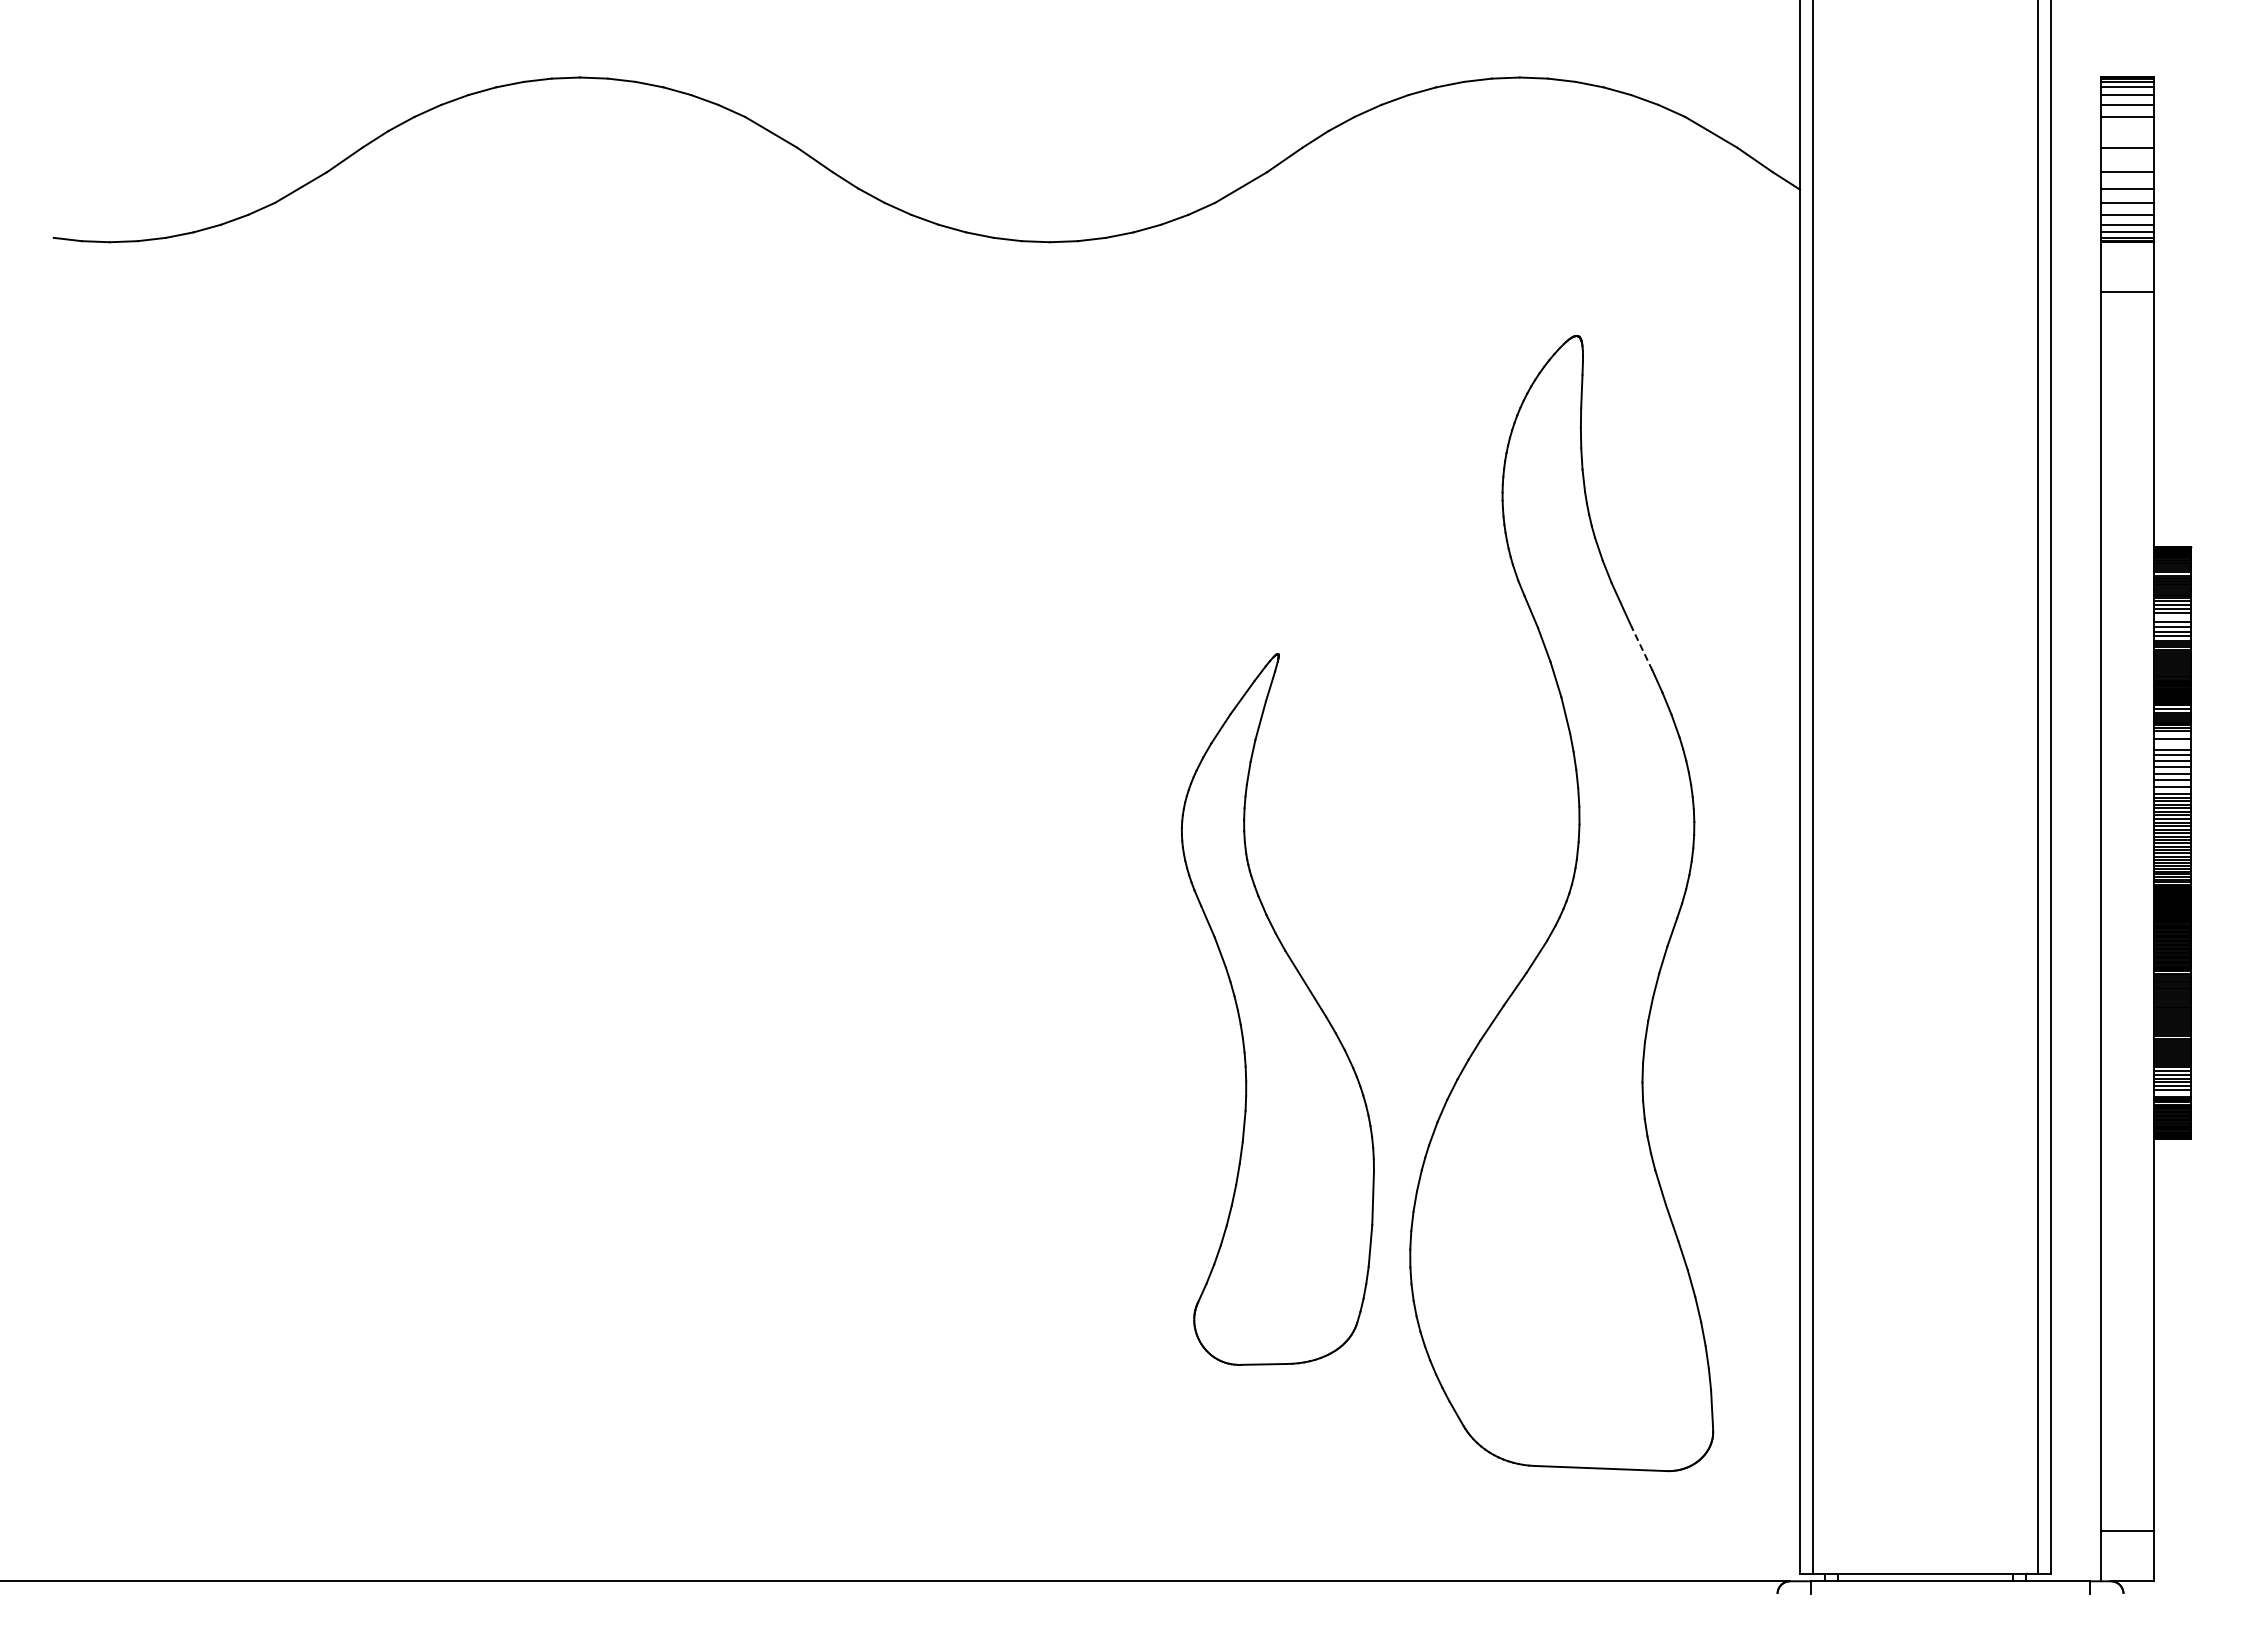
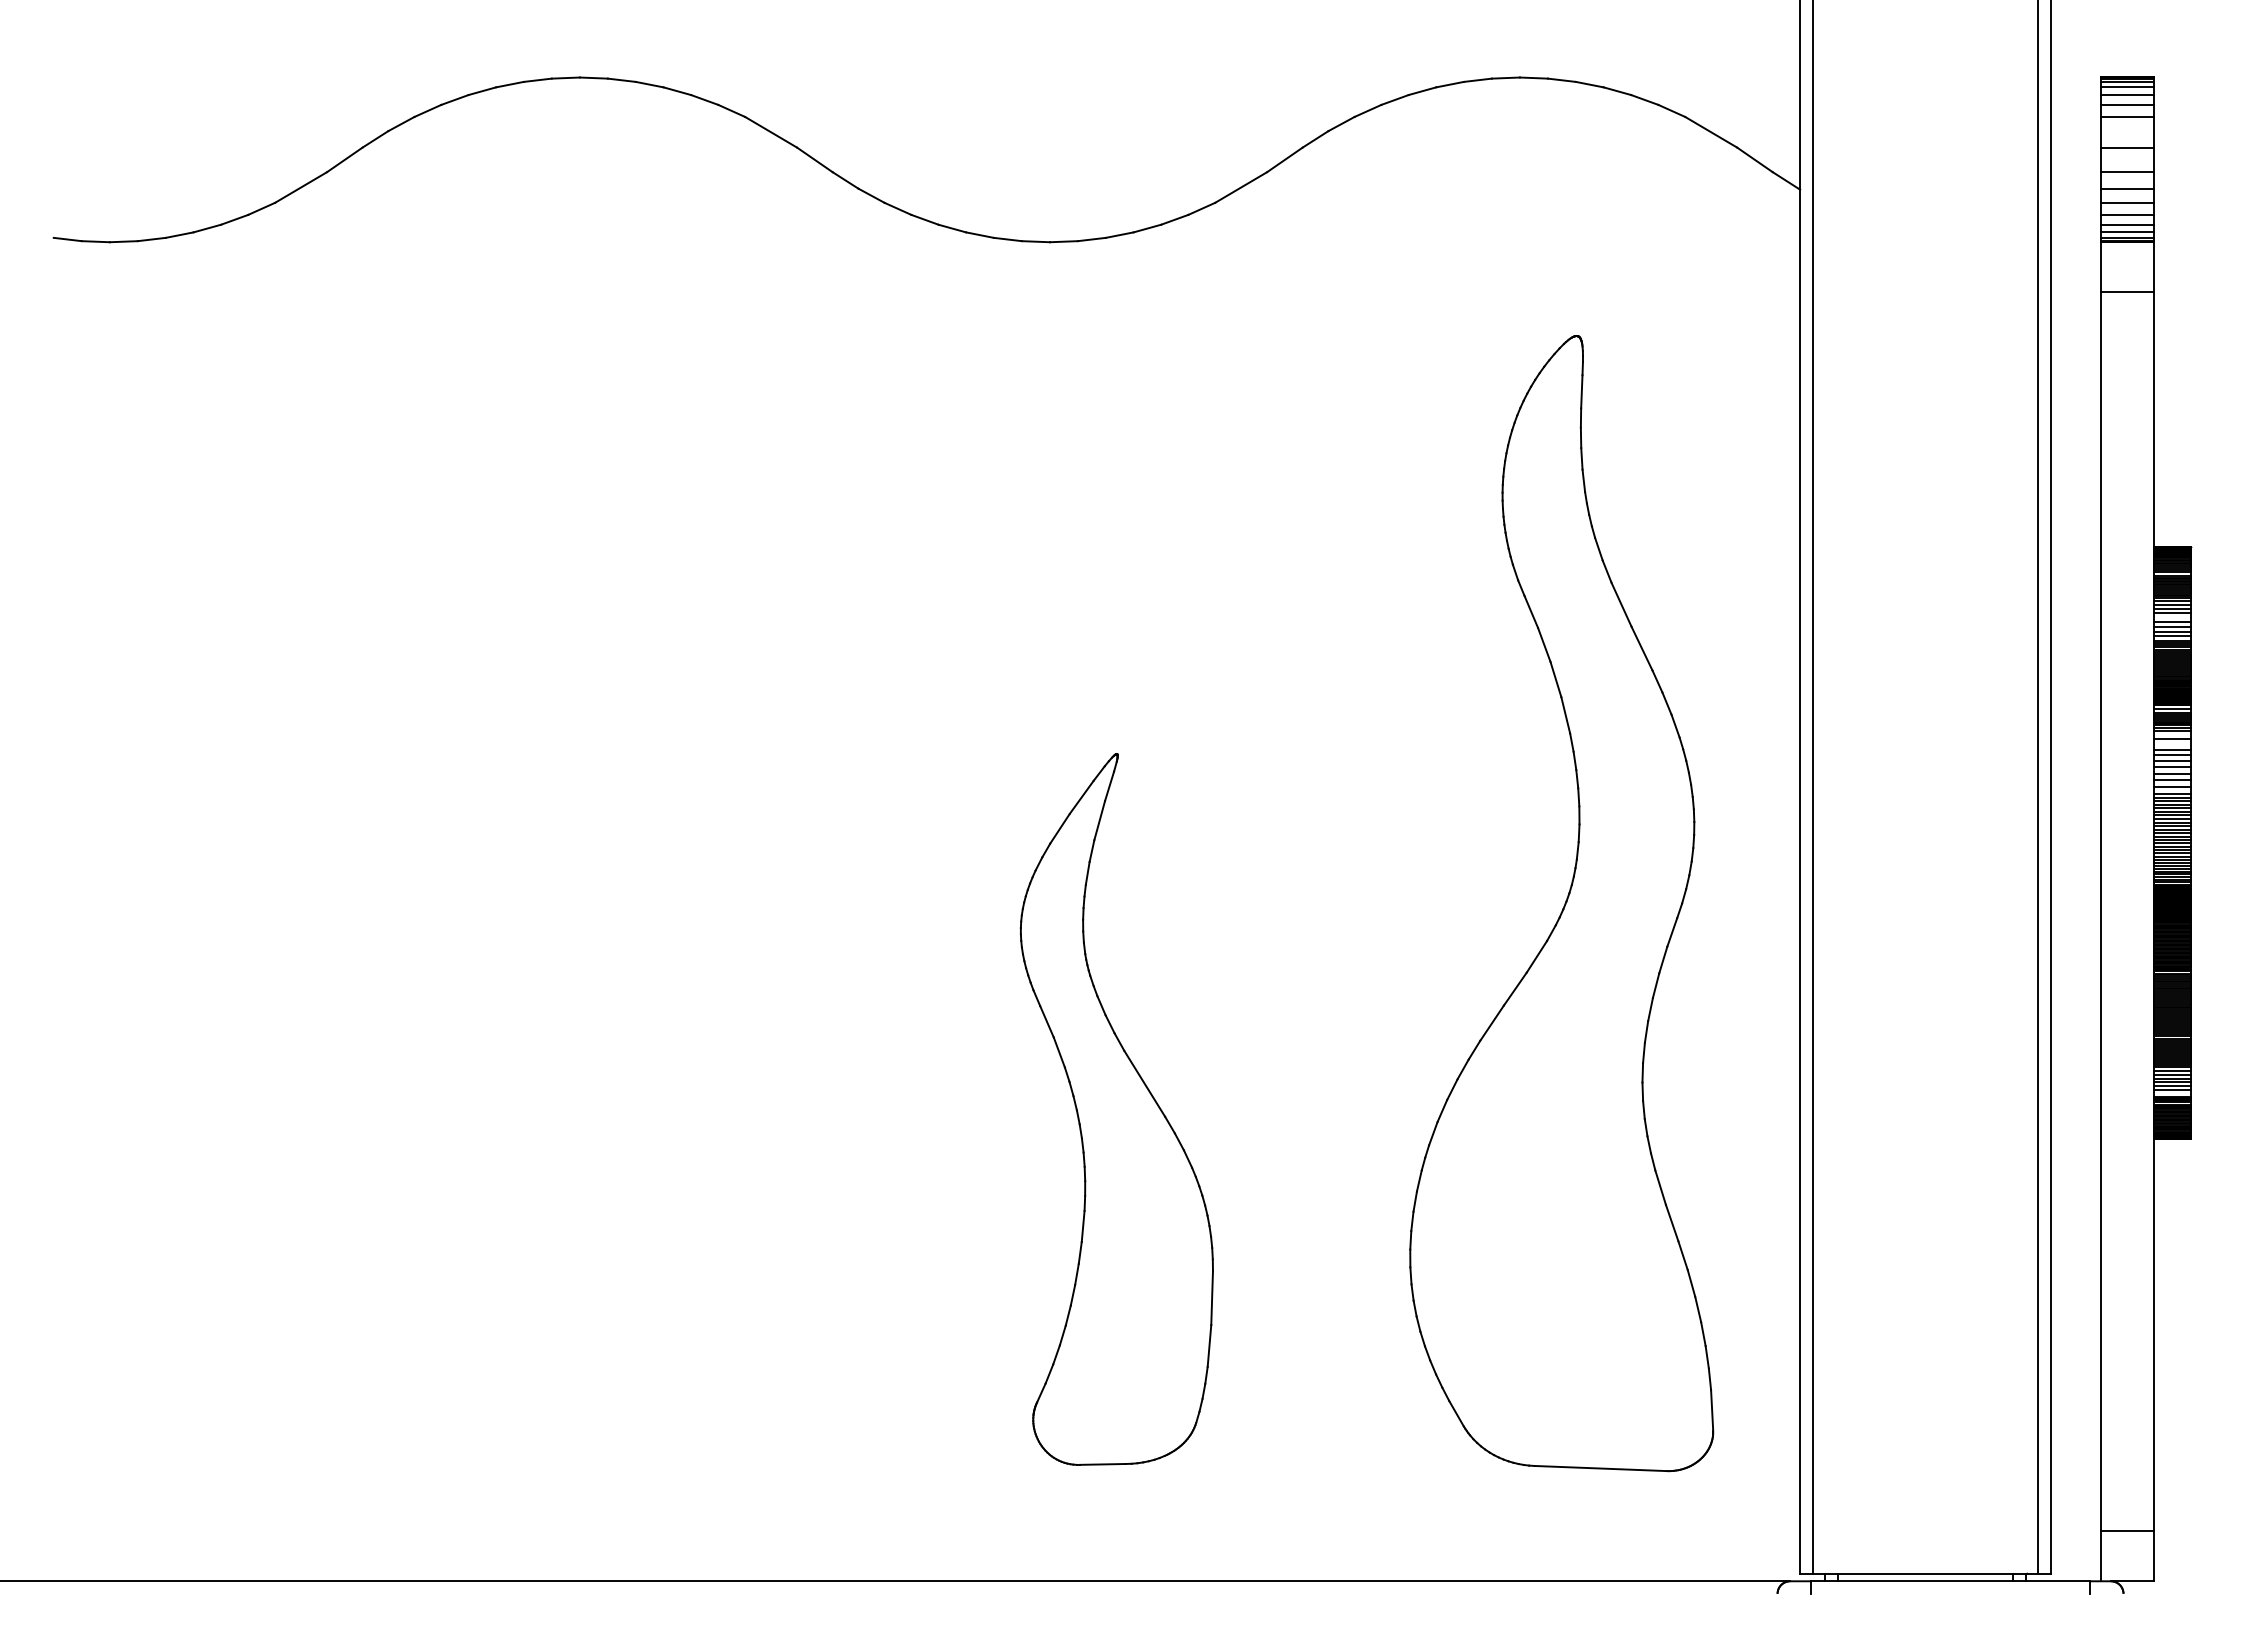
line at (1641, 648): dashed -> solid
part at (1277, 1009) position: (1277, 1009) -> (1116, 1109)
